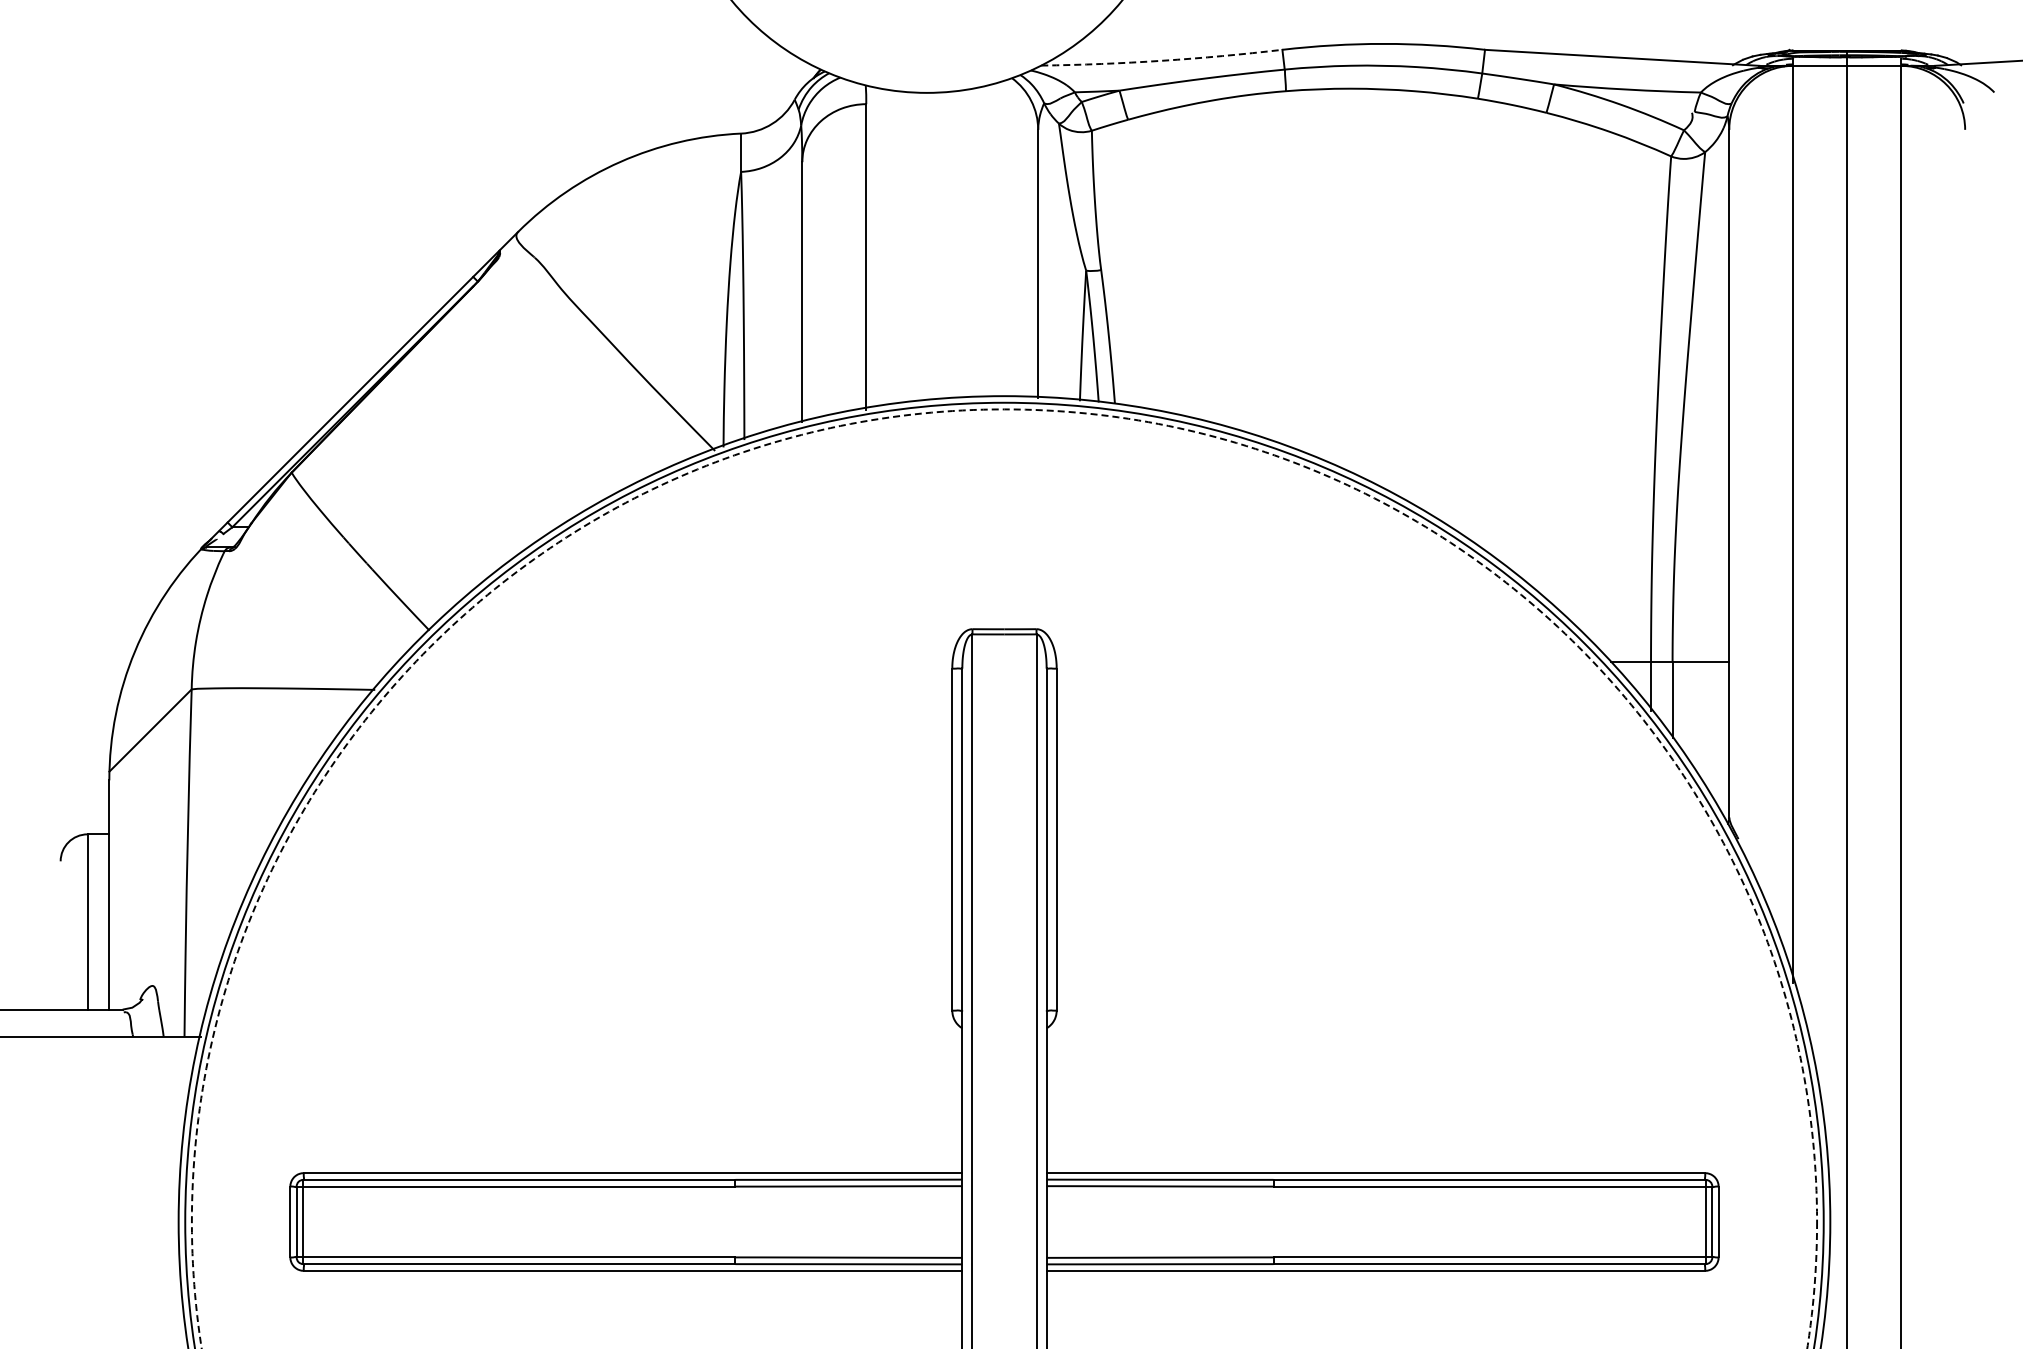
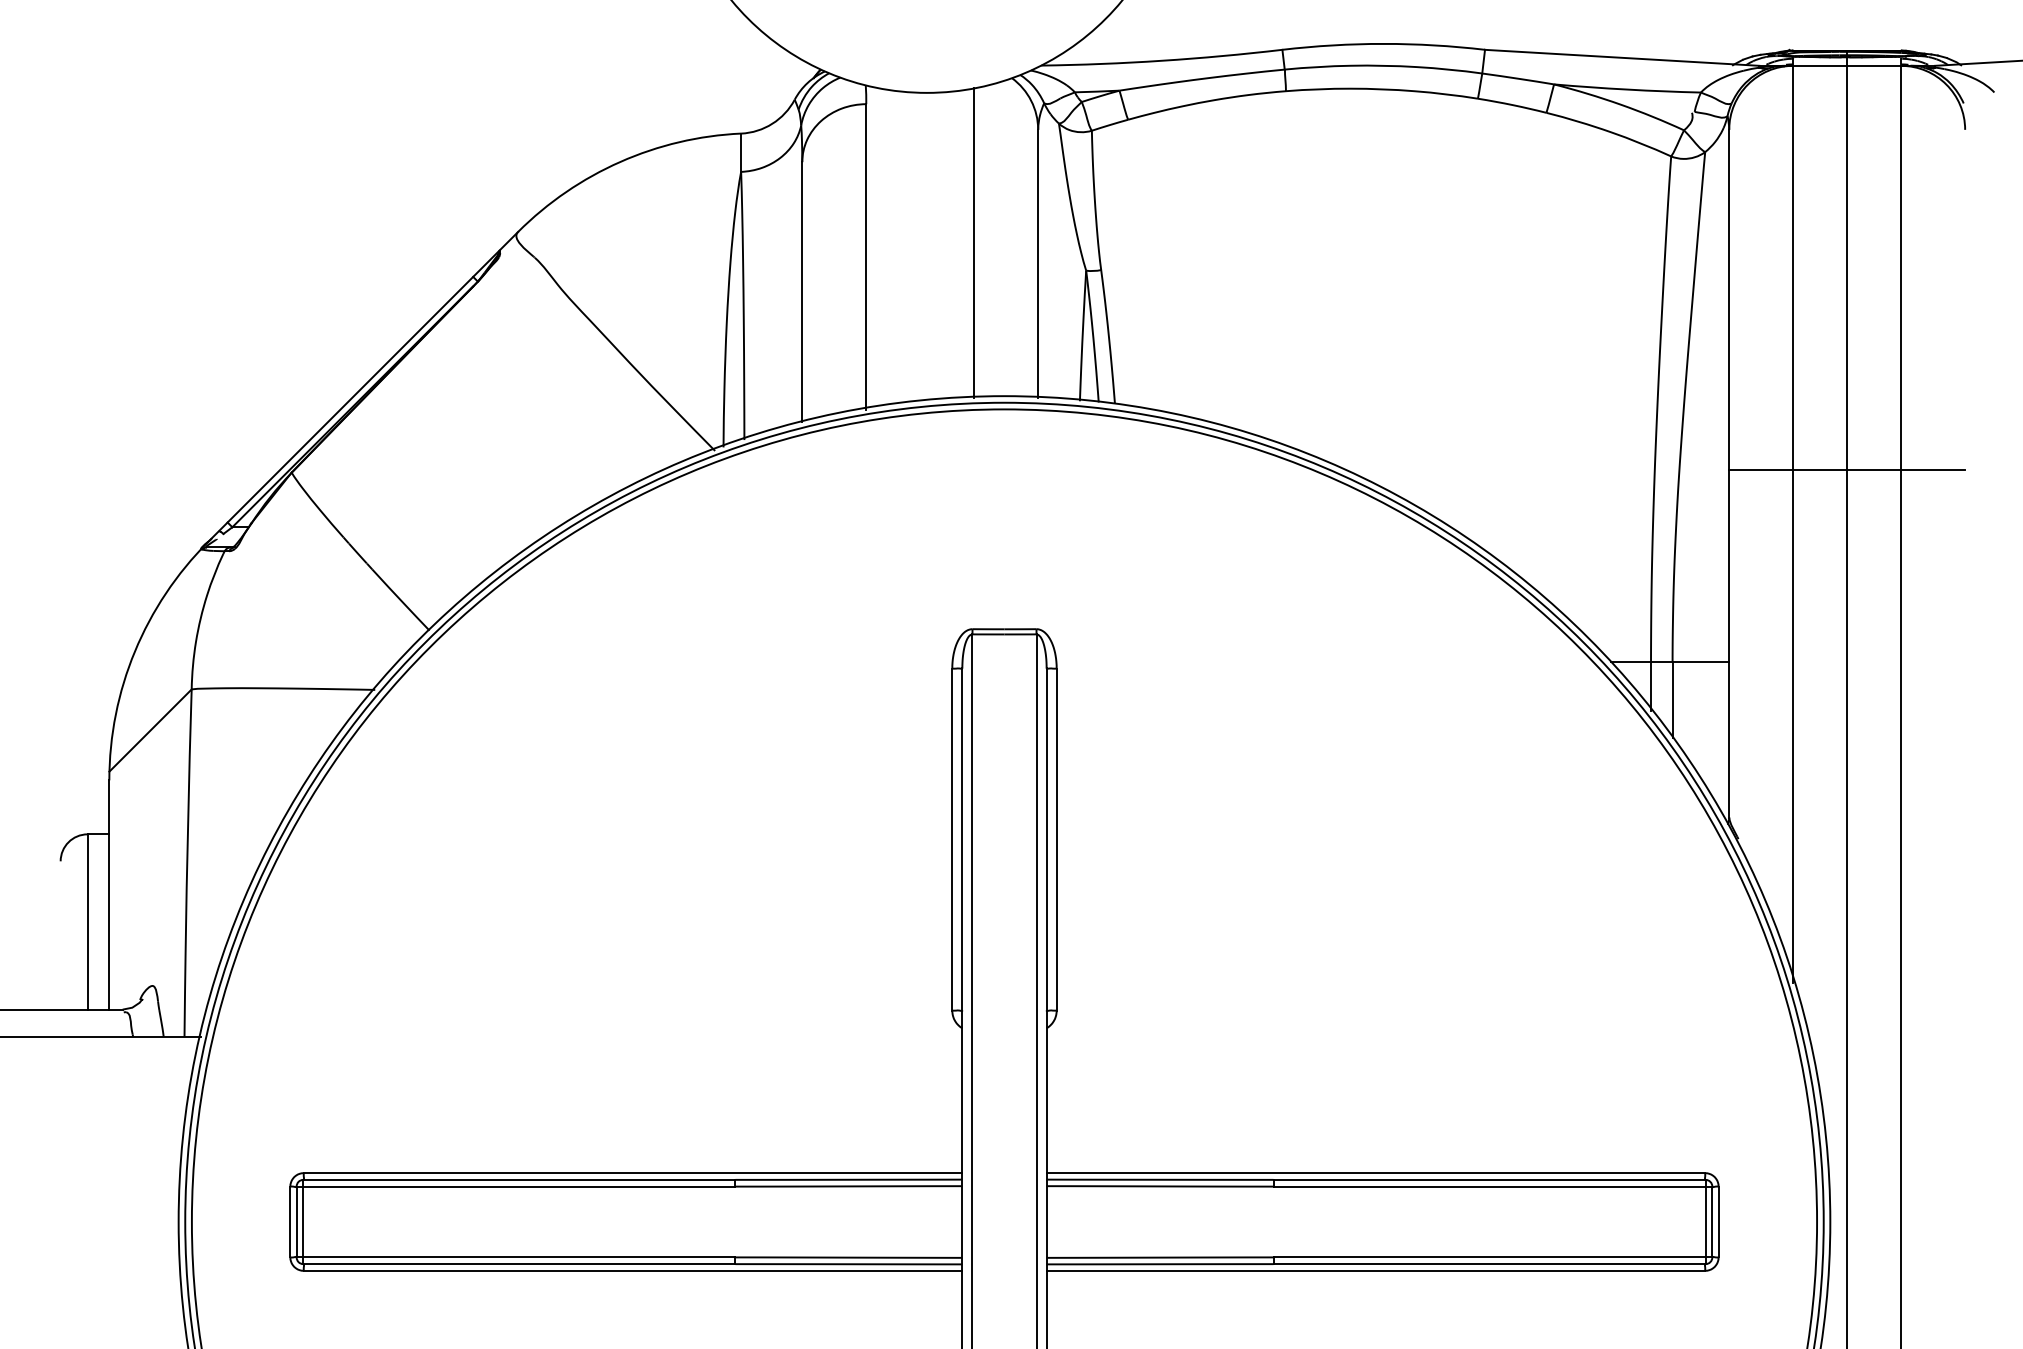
arc at (1162, 60): dashed -> solid
line at (974, 243): none -> present
line at (1847, 470): none -> present
circle at (1004, 878): dashed -> solid
